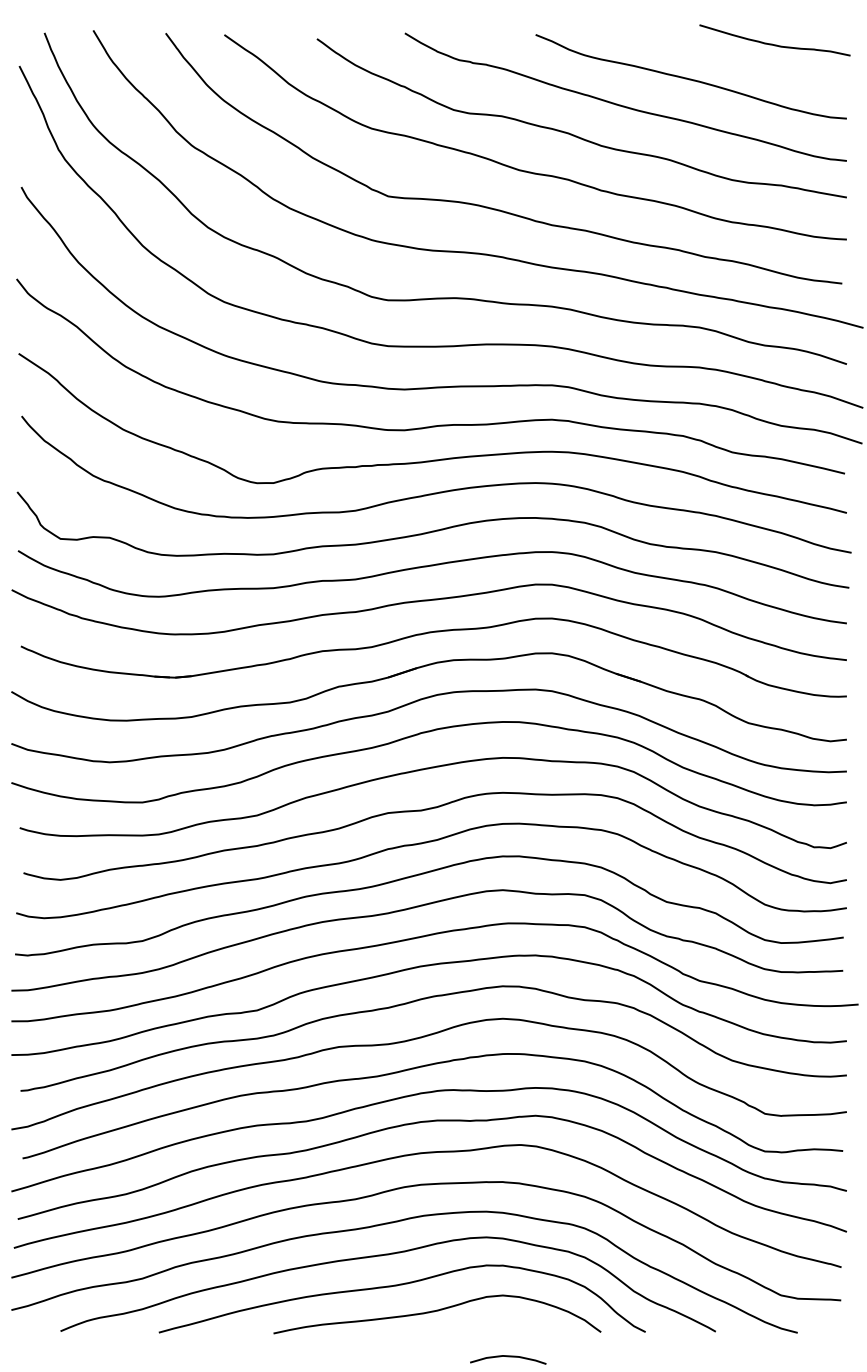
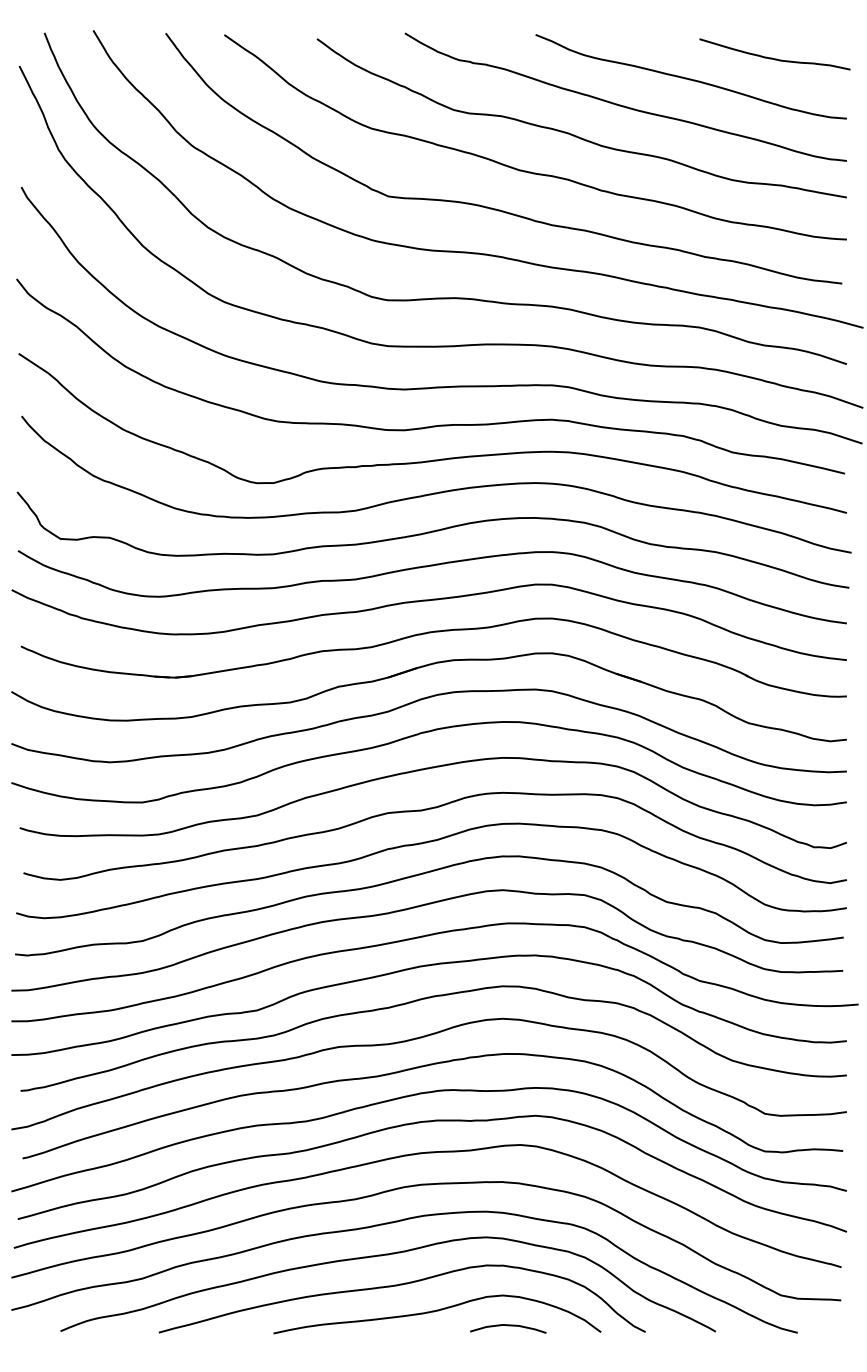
curve at (772, 43) position: (772, 43) -> (772, 57)
curve at (508, 1357) position: (508, 1357) -> (508, 1326)
